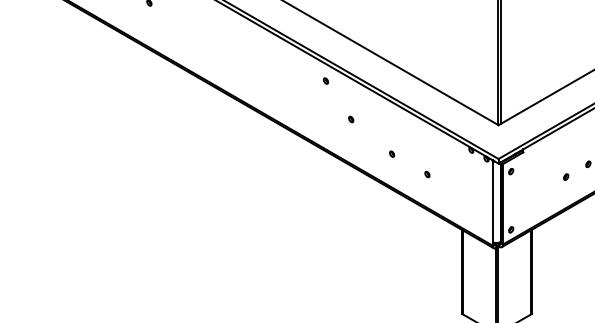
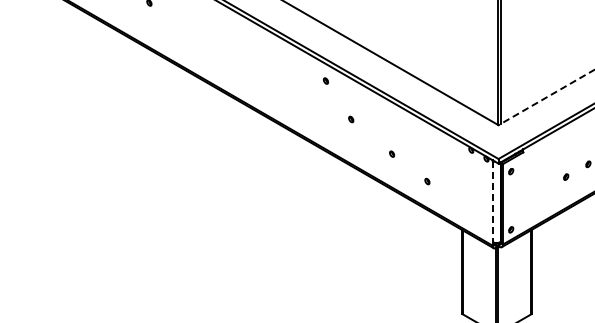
line at (546, 97): solid -> dashed
part at (427, 174) position: (427, 174) -> (427, 181)
line at (492, 201): solid -> dashed
